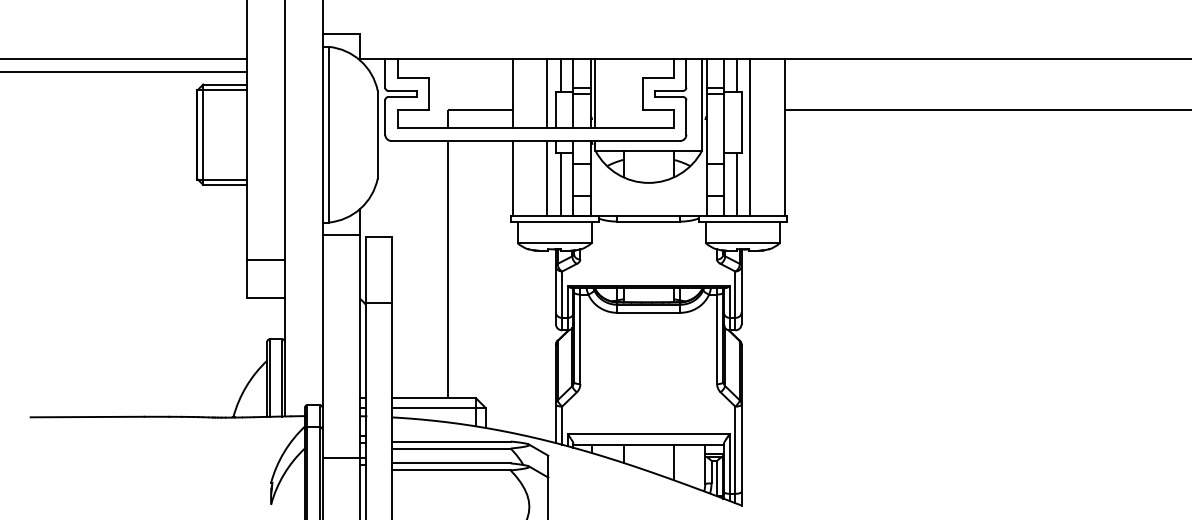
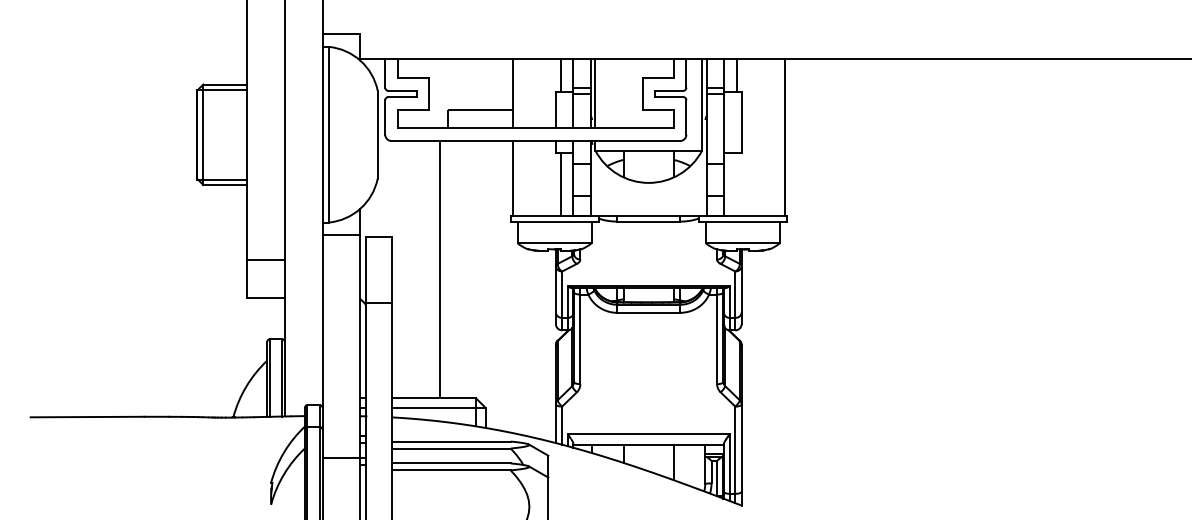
line at (124, 59): present -> none
line at (124, 71): present -> none
line at (547, 93): present -> none
line at (986, 109): present -> none
line at (750, 137): present -> none
line at (547, 178): present -> none
line at (736, 184): present -> none
line at (447, 269) position: (447, 269) -> (439, 269)
